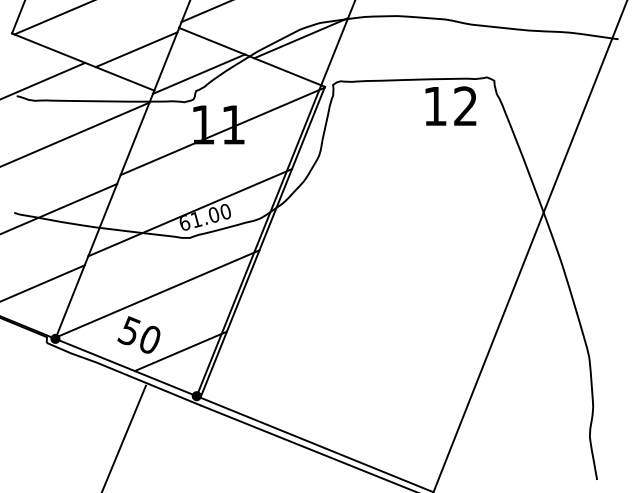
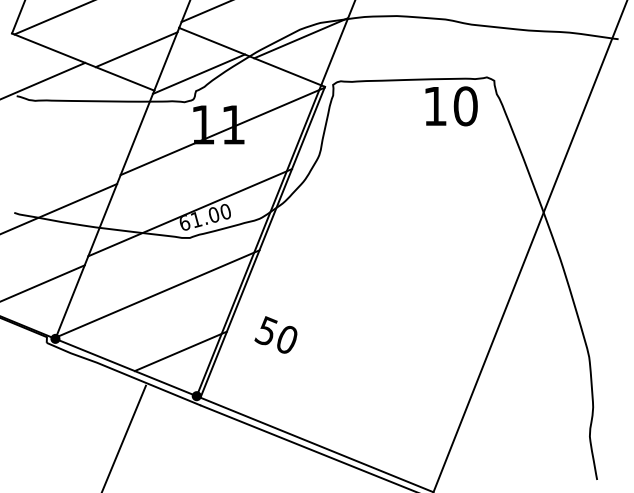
text at (465, 106): 12 -> 10
line at (75, 134): present -> none
text at (138, 334) position: (138, 334) -> (275, 334)
